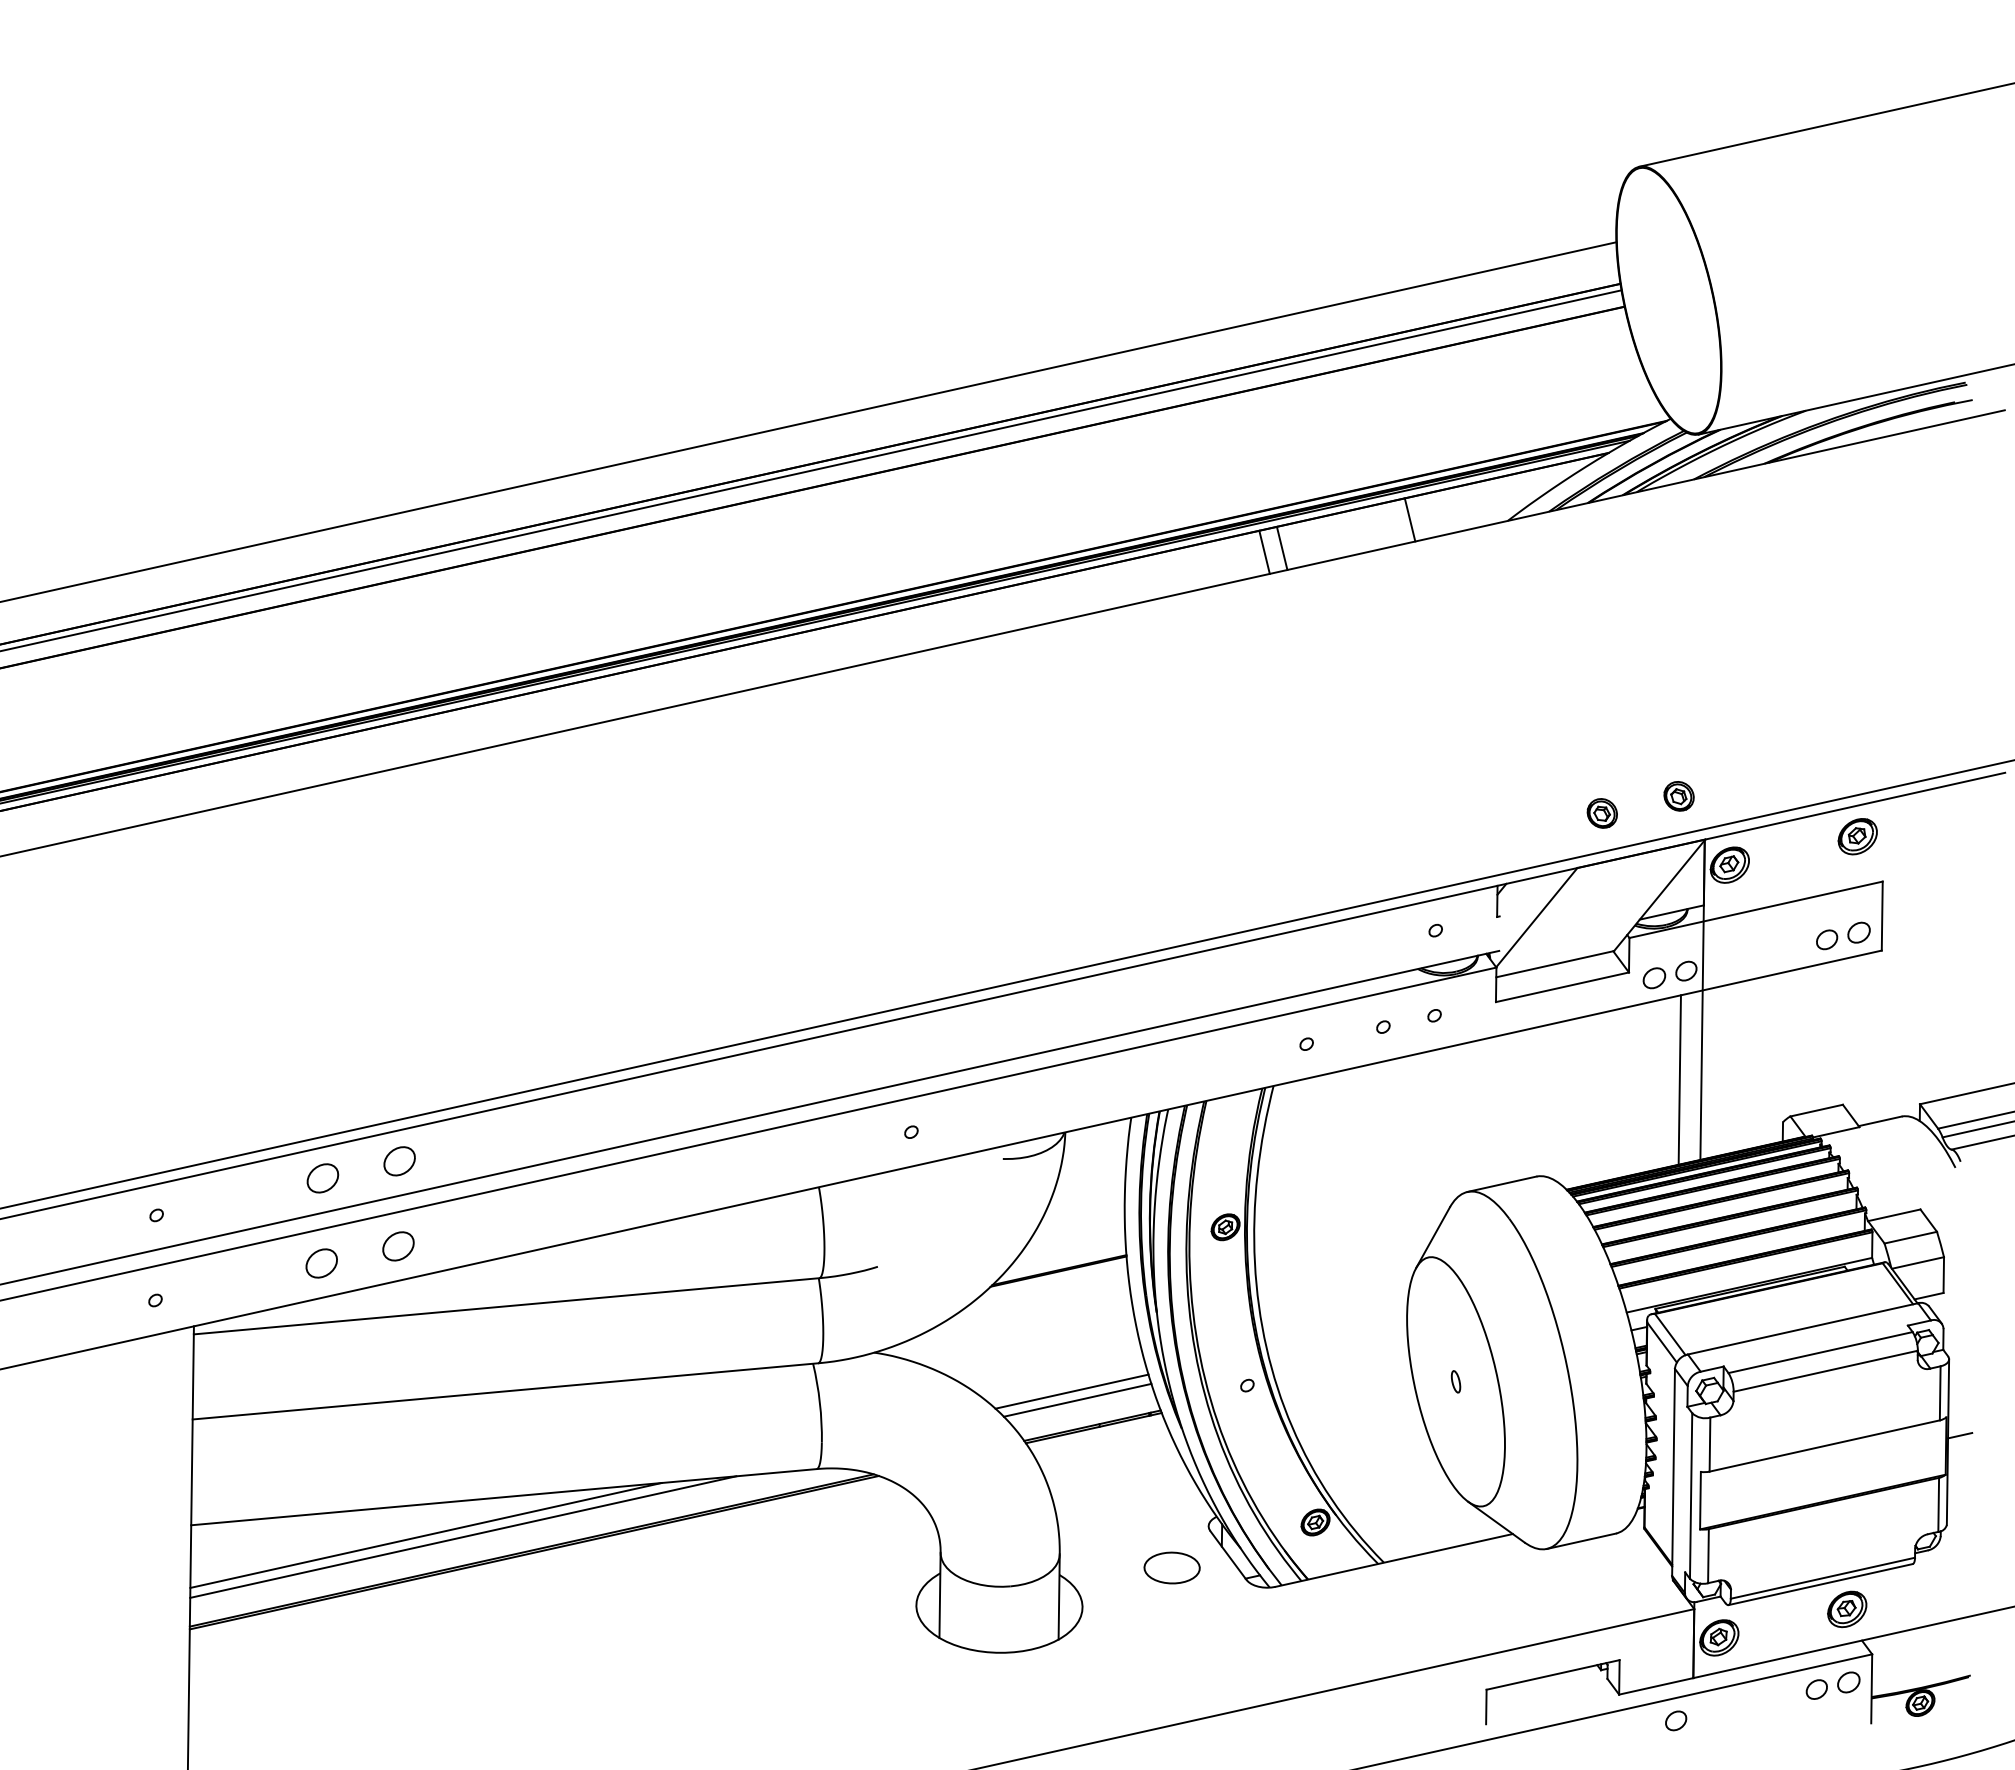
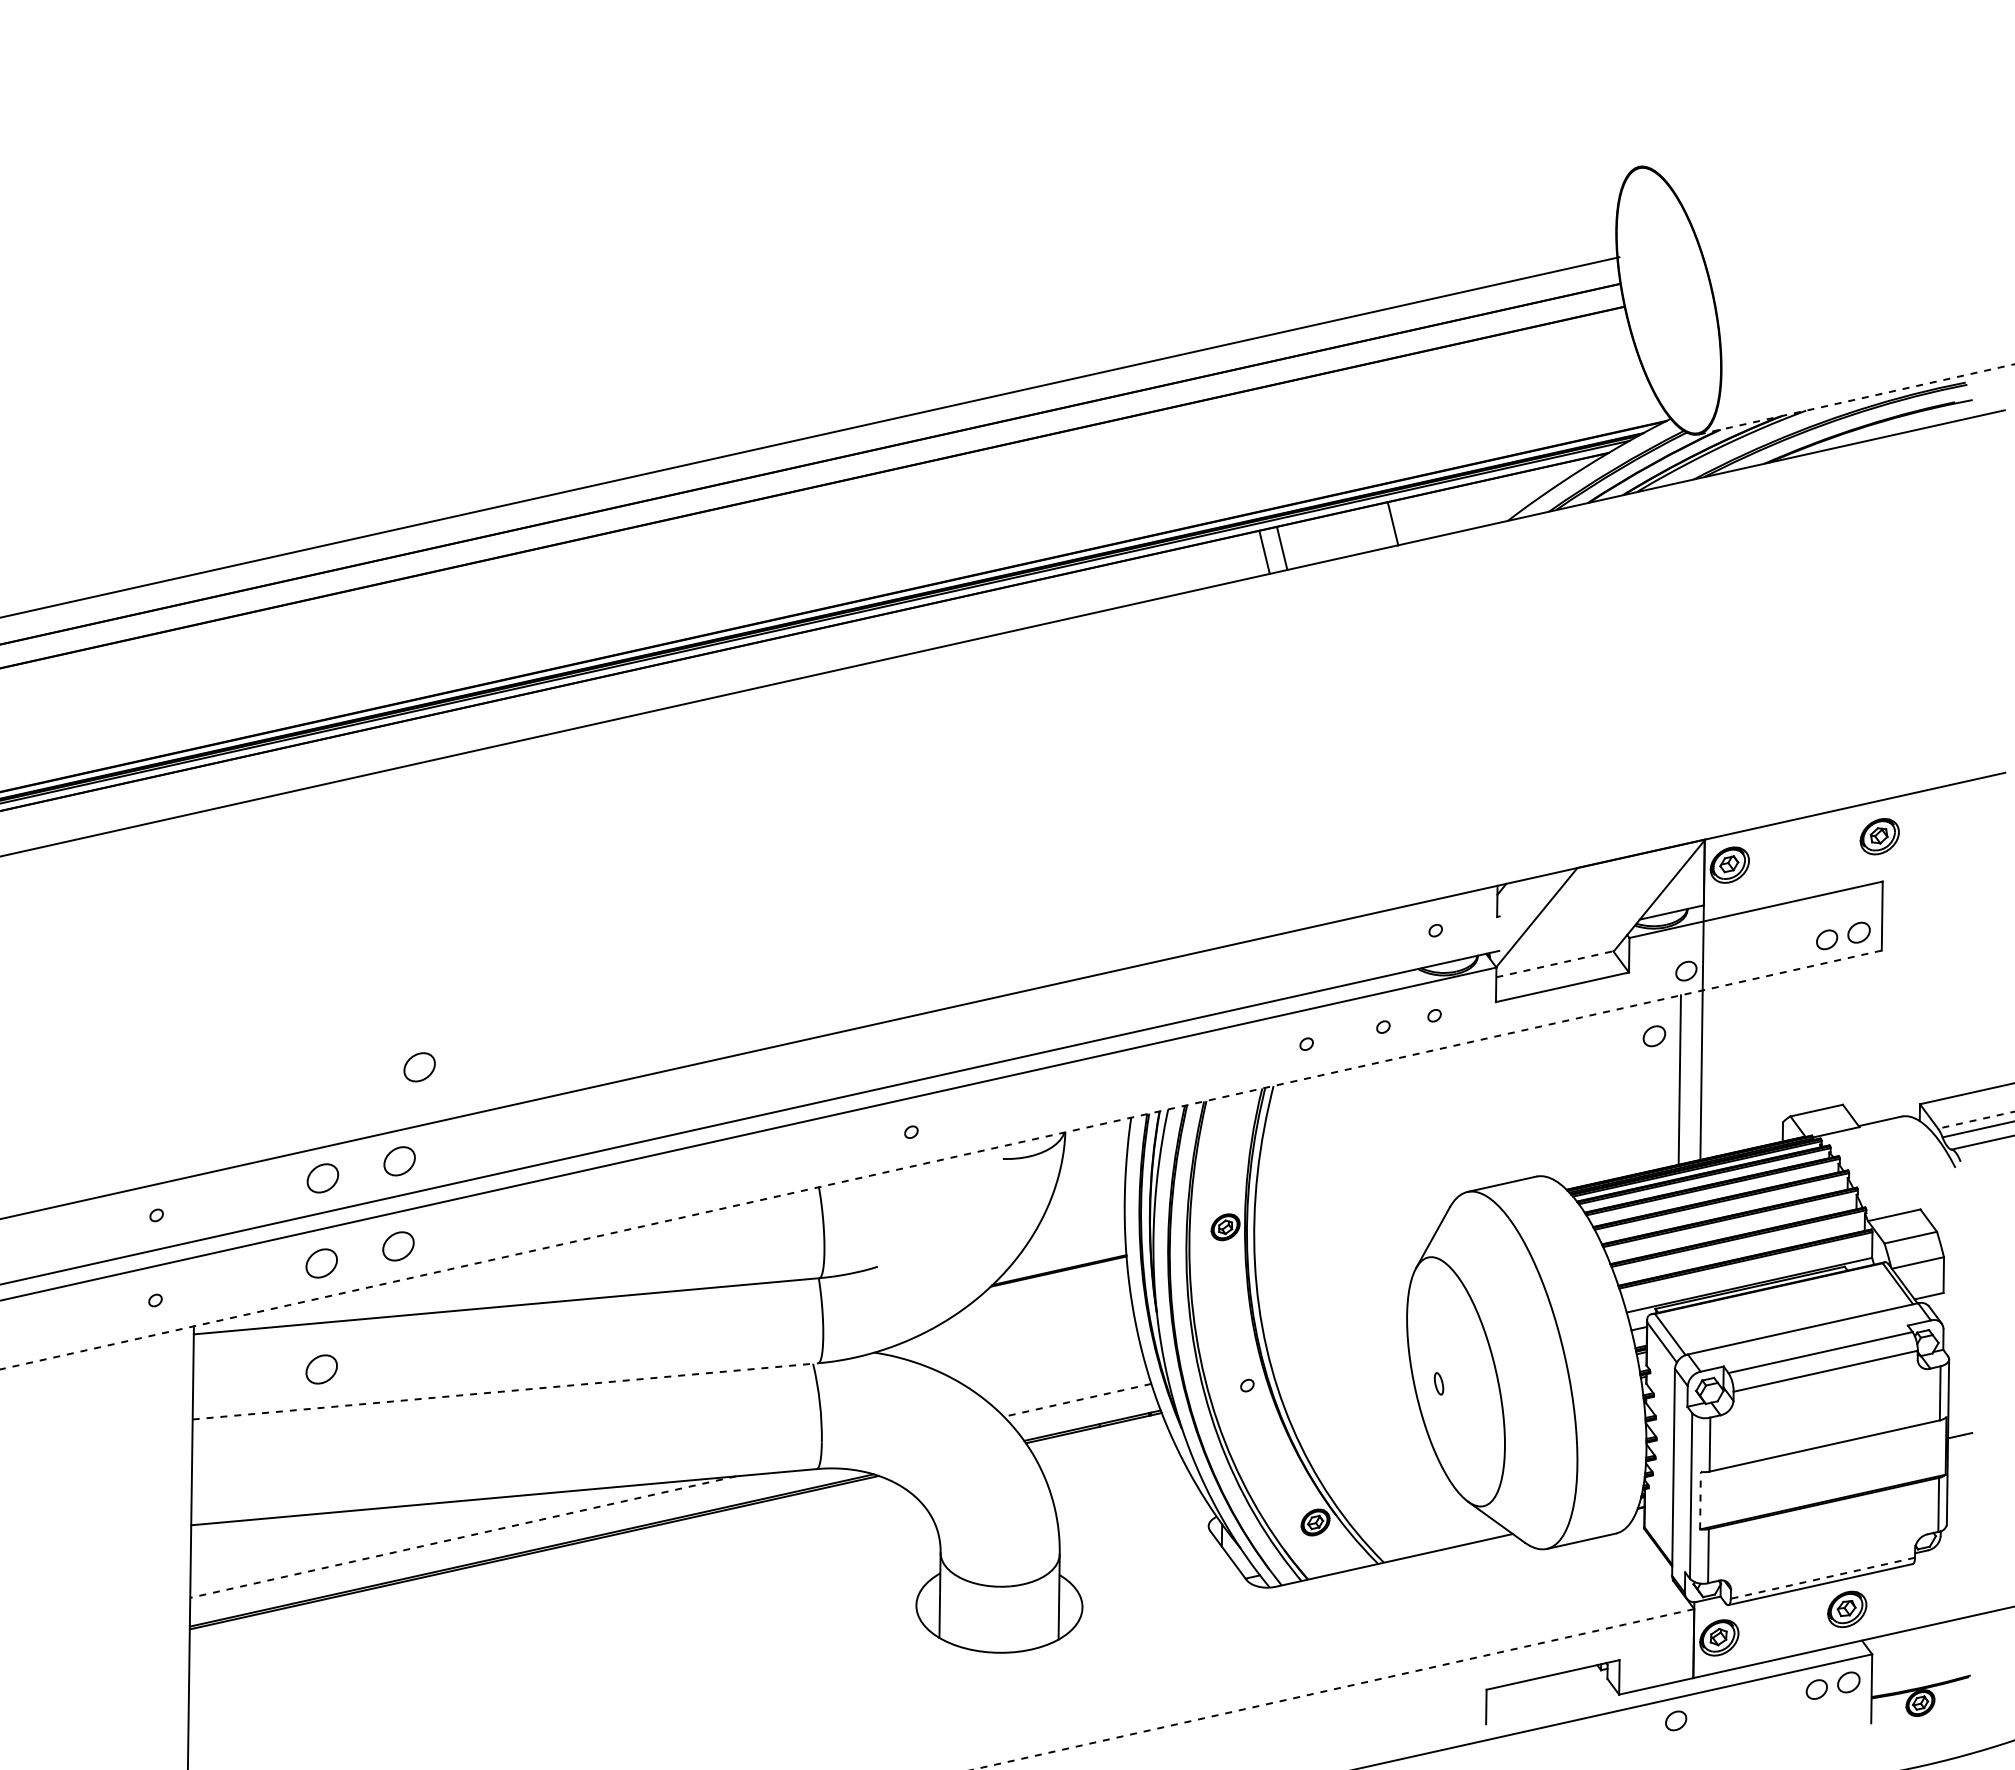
line at (1825, 125): present -> none
line at (1856, 399): solid -> dashed
line at (809, 421) position: (809, 421) -> (810, 437)
line at (811, 470): present -> none
line at (1409, 519) position: (1409, 519) -> (1392, 523)
part at (1678, 796): present -> none
part at (1601, 813): present -> none
part at (1857, 836) position: (1857, 836) -> (1879, 836)
line at (1555, 964): solid -> dashed
part at (1654, 978) position: (1654, 978) -> (1654, 1036)
line at (1006, 984): present -> none
part at (419, 1067): none -> present
line at (1976, 1120): solid -> dashed
line at (940, 1160): solid -> dashed
part at (321, 1369): none -> present
part at (1455, 1381) position: (1455, 1381) -> (1438, 1383)
line at (505, 1391): solid -> dashed
line at (1071, 1391): present -> none
line at (1077, 1400): solid -> dashed
line at (1700, 1500): solid -> dashed
line at (425, 1535): present -> none
line at (463, 1537): solid -> dashed
part at (1171, 1567): present -> none
line at (1822, 1578): solid -> dashed
line at (1333, 1689): solid -> dashed
